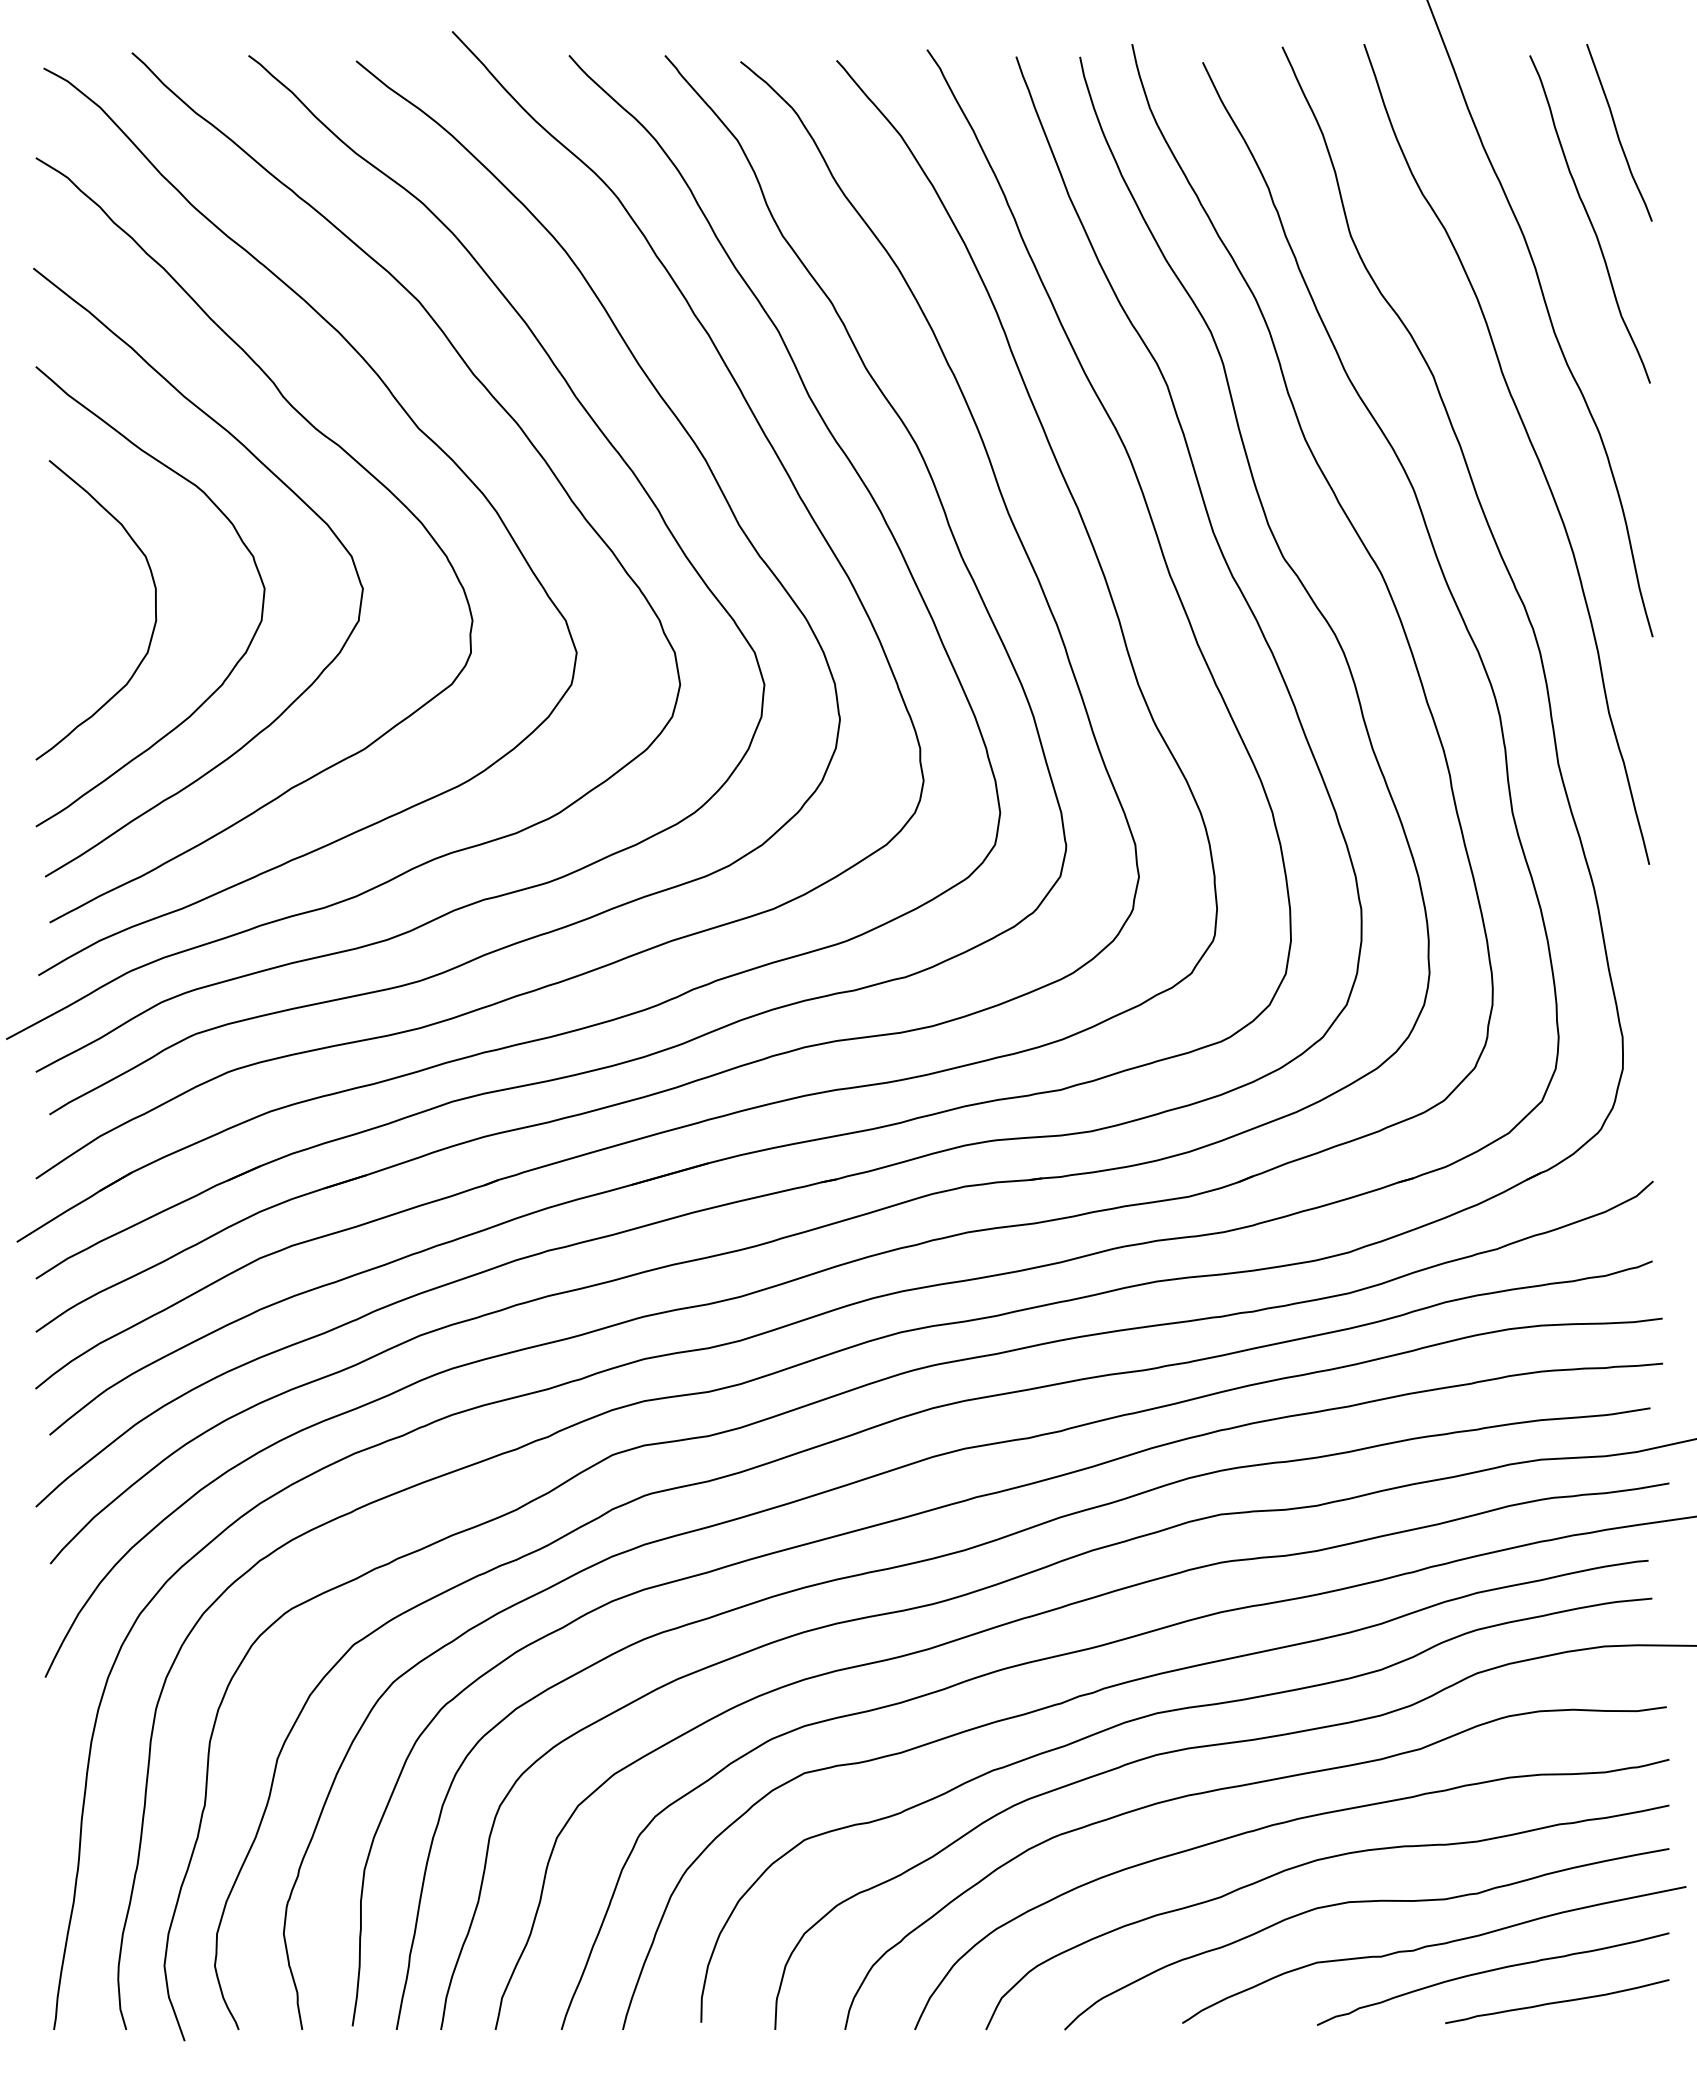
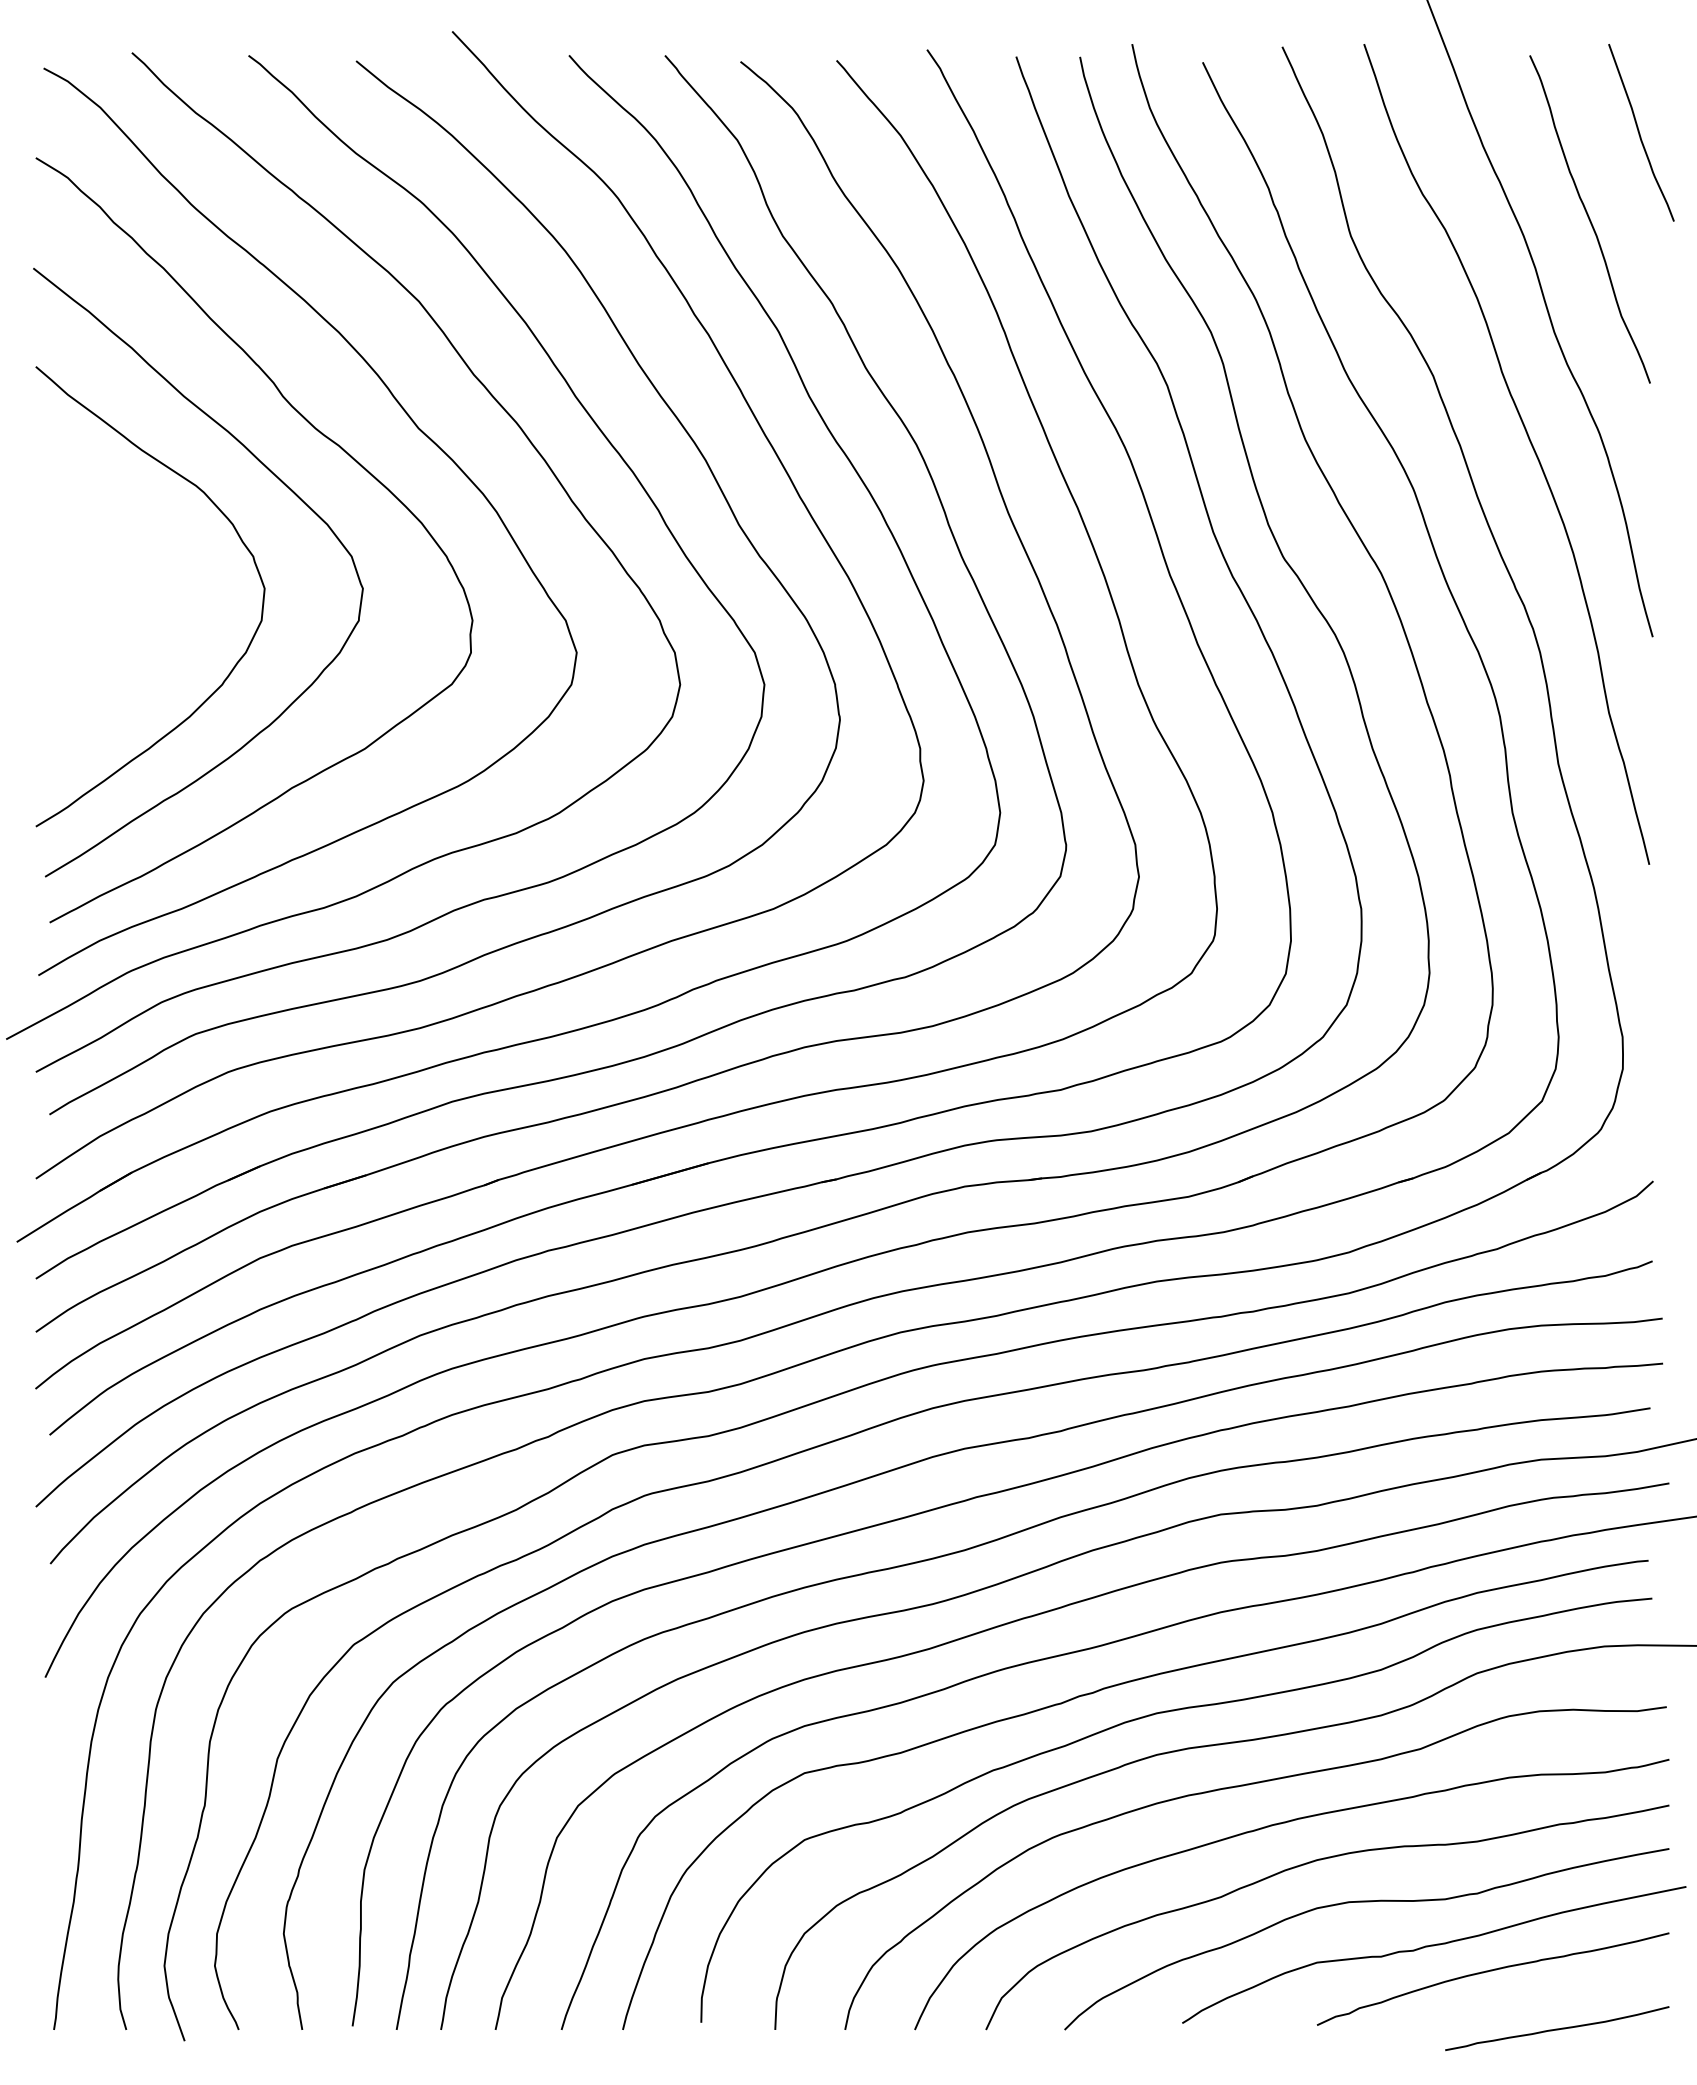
curve at (1618, 133) position: (1618, 133) -> (1640, 133)
curve at (155, 610): present -> none
curve at (1557, 2001) position: (1557, 2001) -> (1557, 2028)
